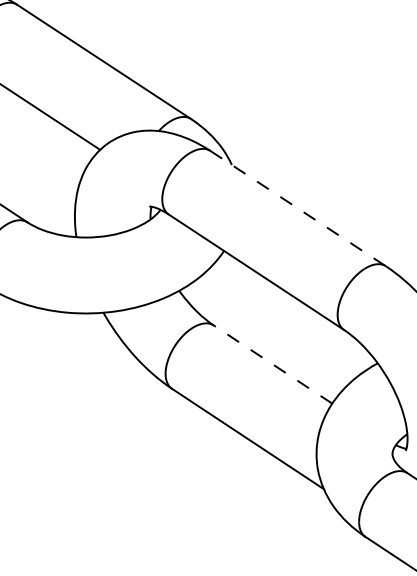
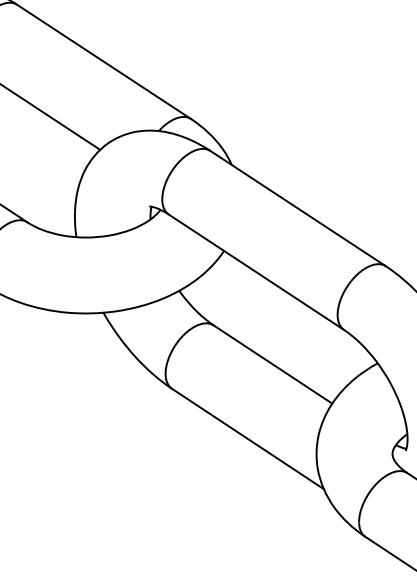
line at (298, 208): dashed -> solid
line at (272, 364): dashed -> solid
